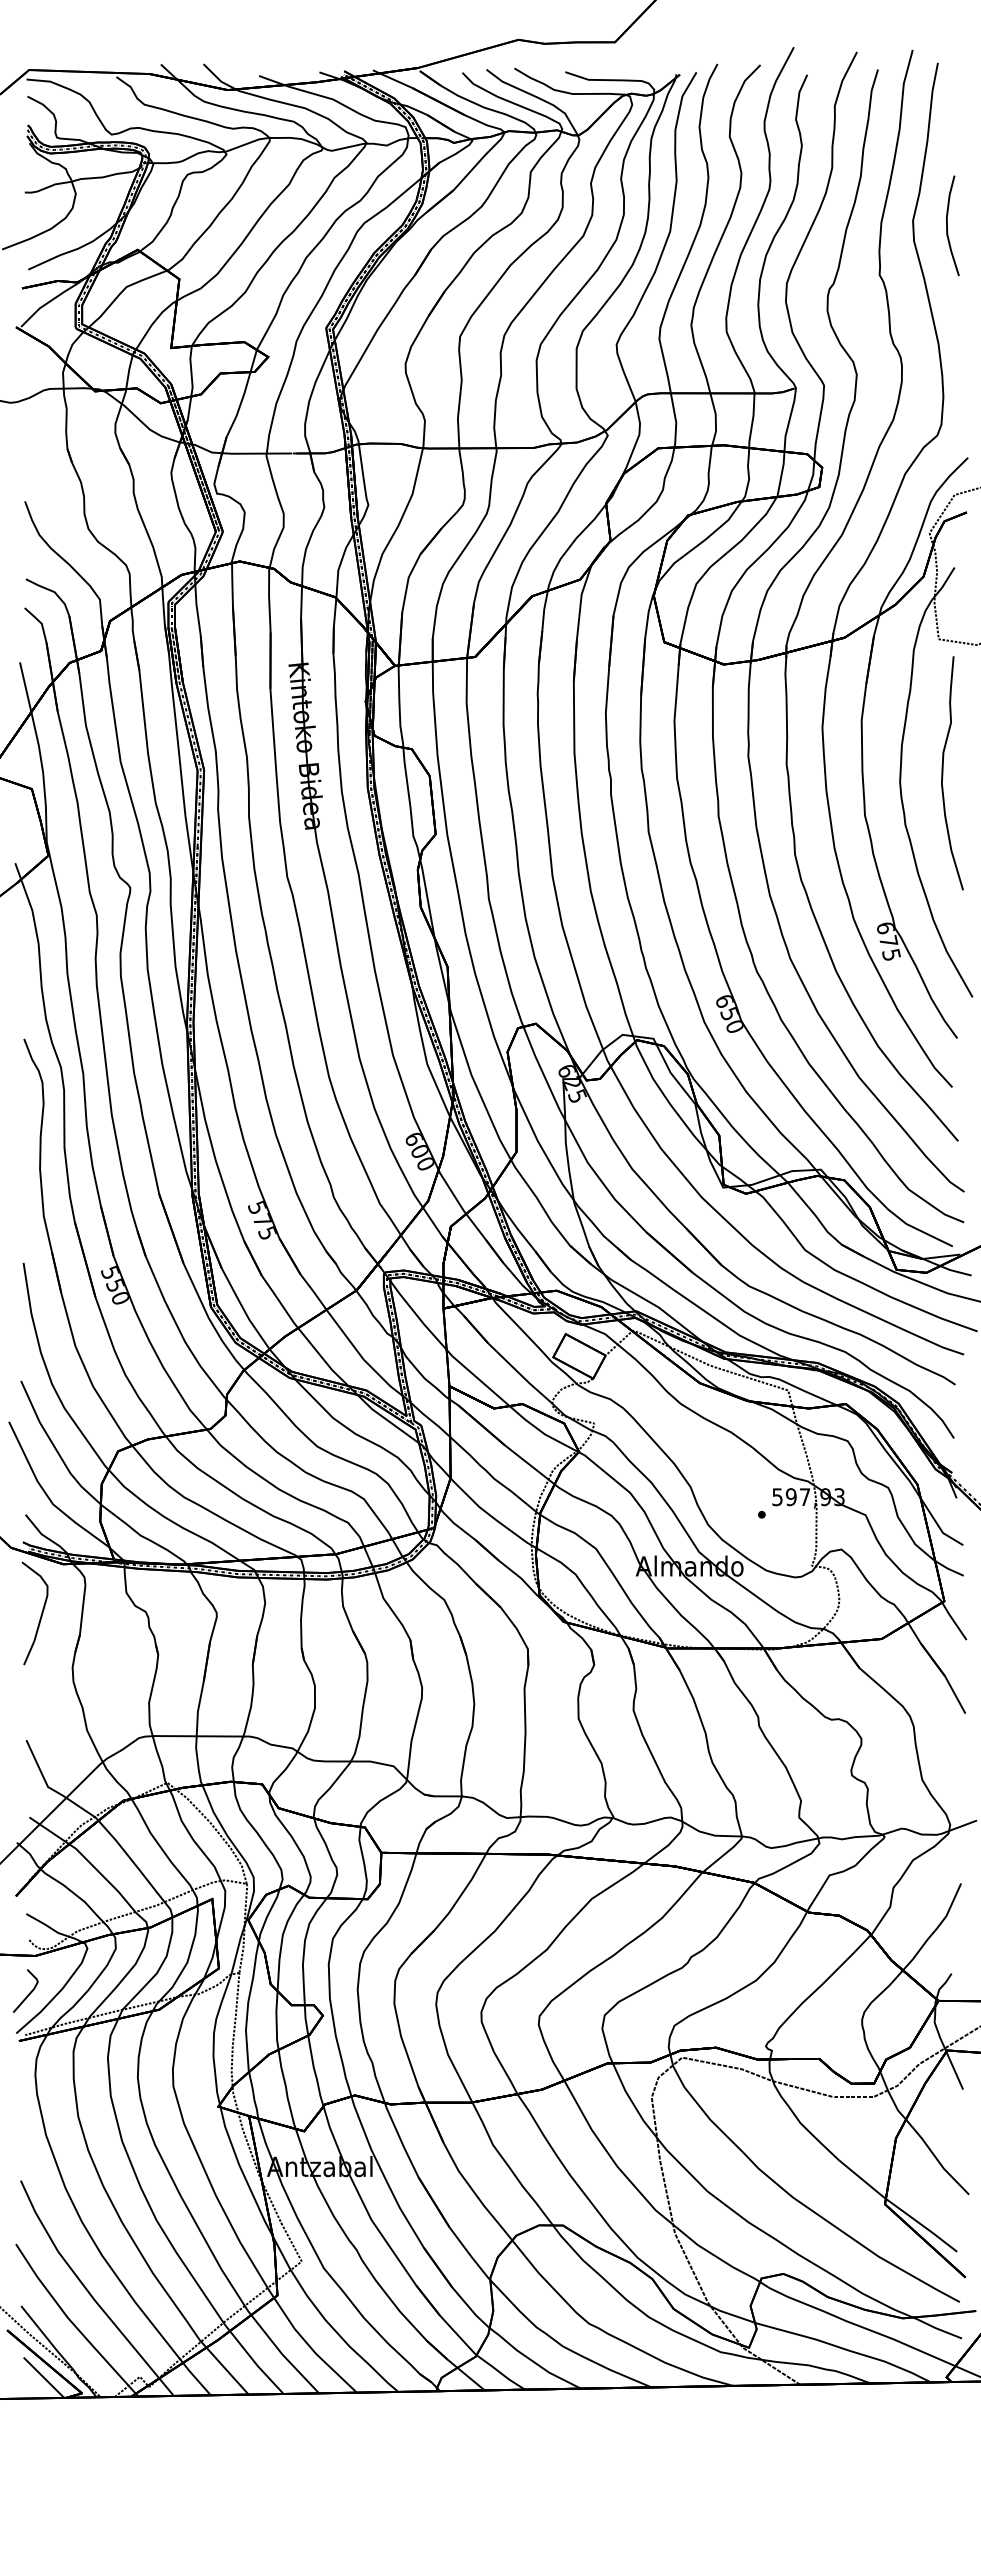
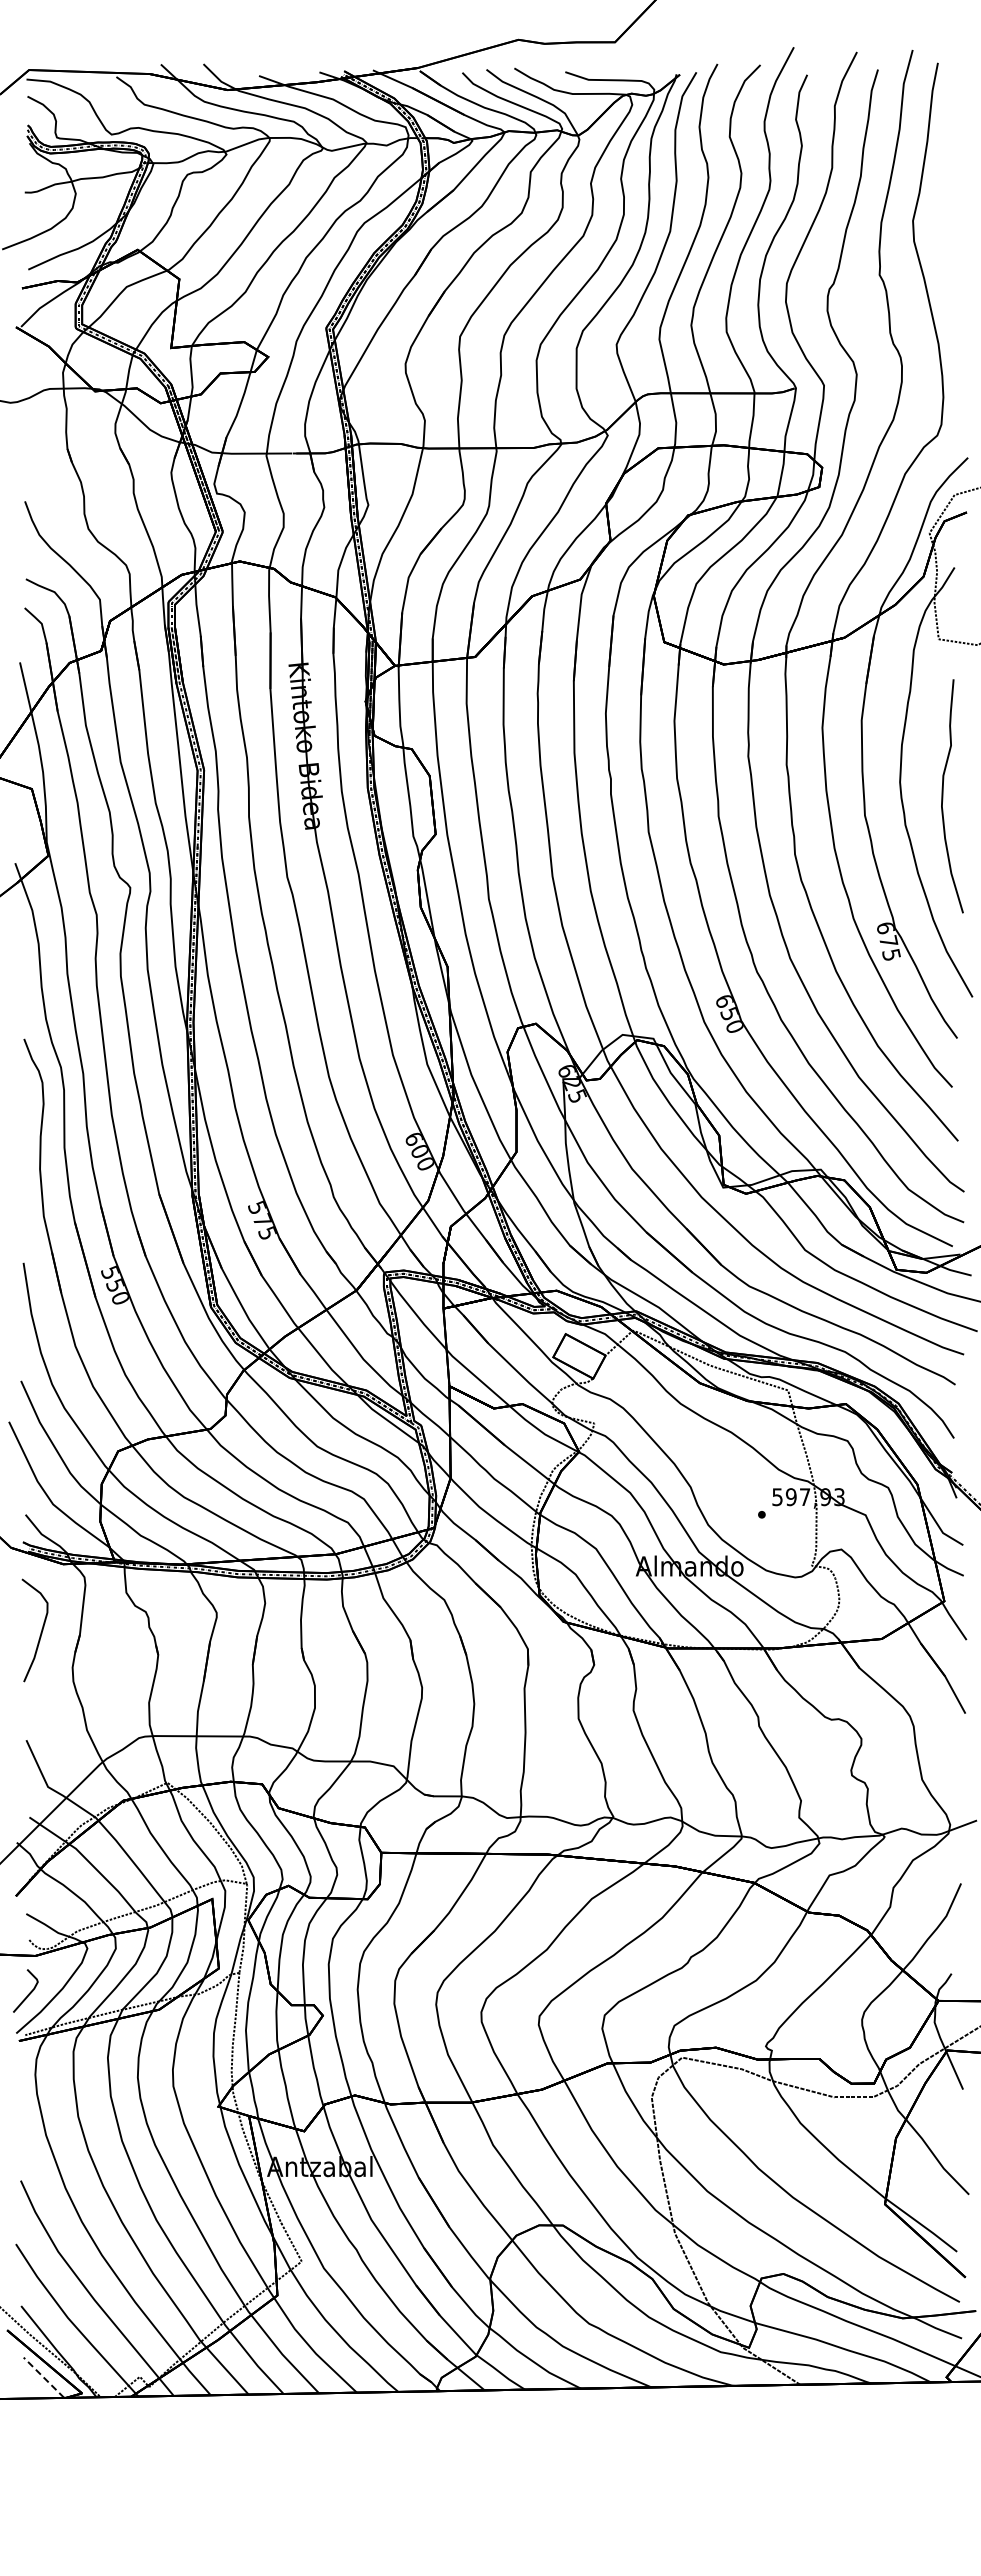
curve at (947, 225): present -> none
curve at (943, 773) position: (943, 773) -> (943, 796)
curve at (40, 1615) position: (40, 1615) -> (40, 1632)
line at (43, 2377): solid -> dashed
